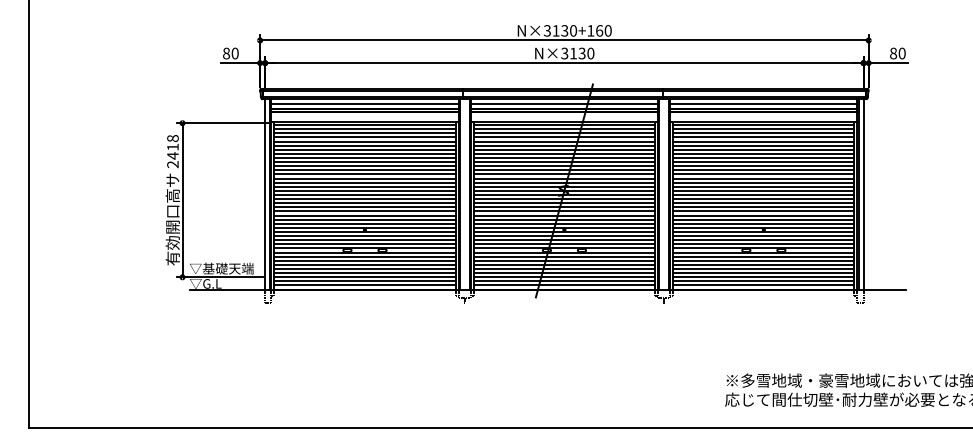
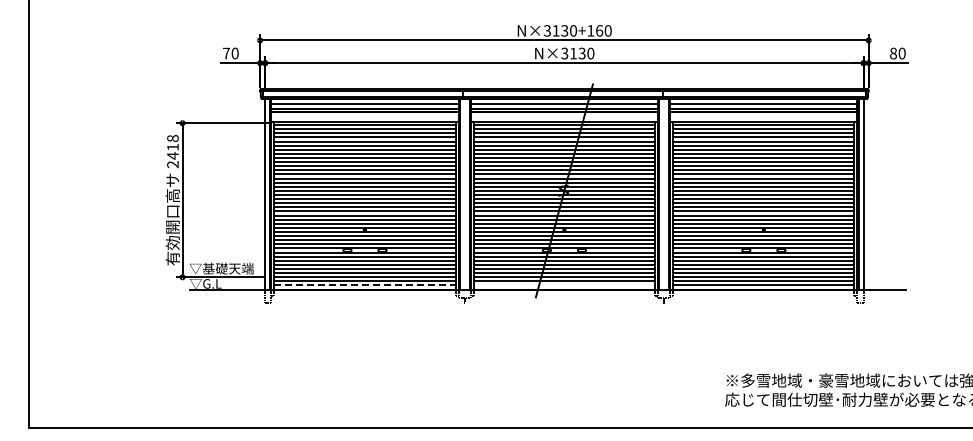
text at (226, 53): 80 -> 70
line at (364, 285): solid -> dashed
line at (563, 285): present -> none
